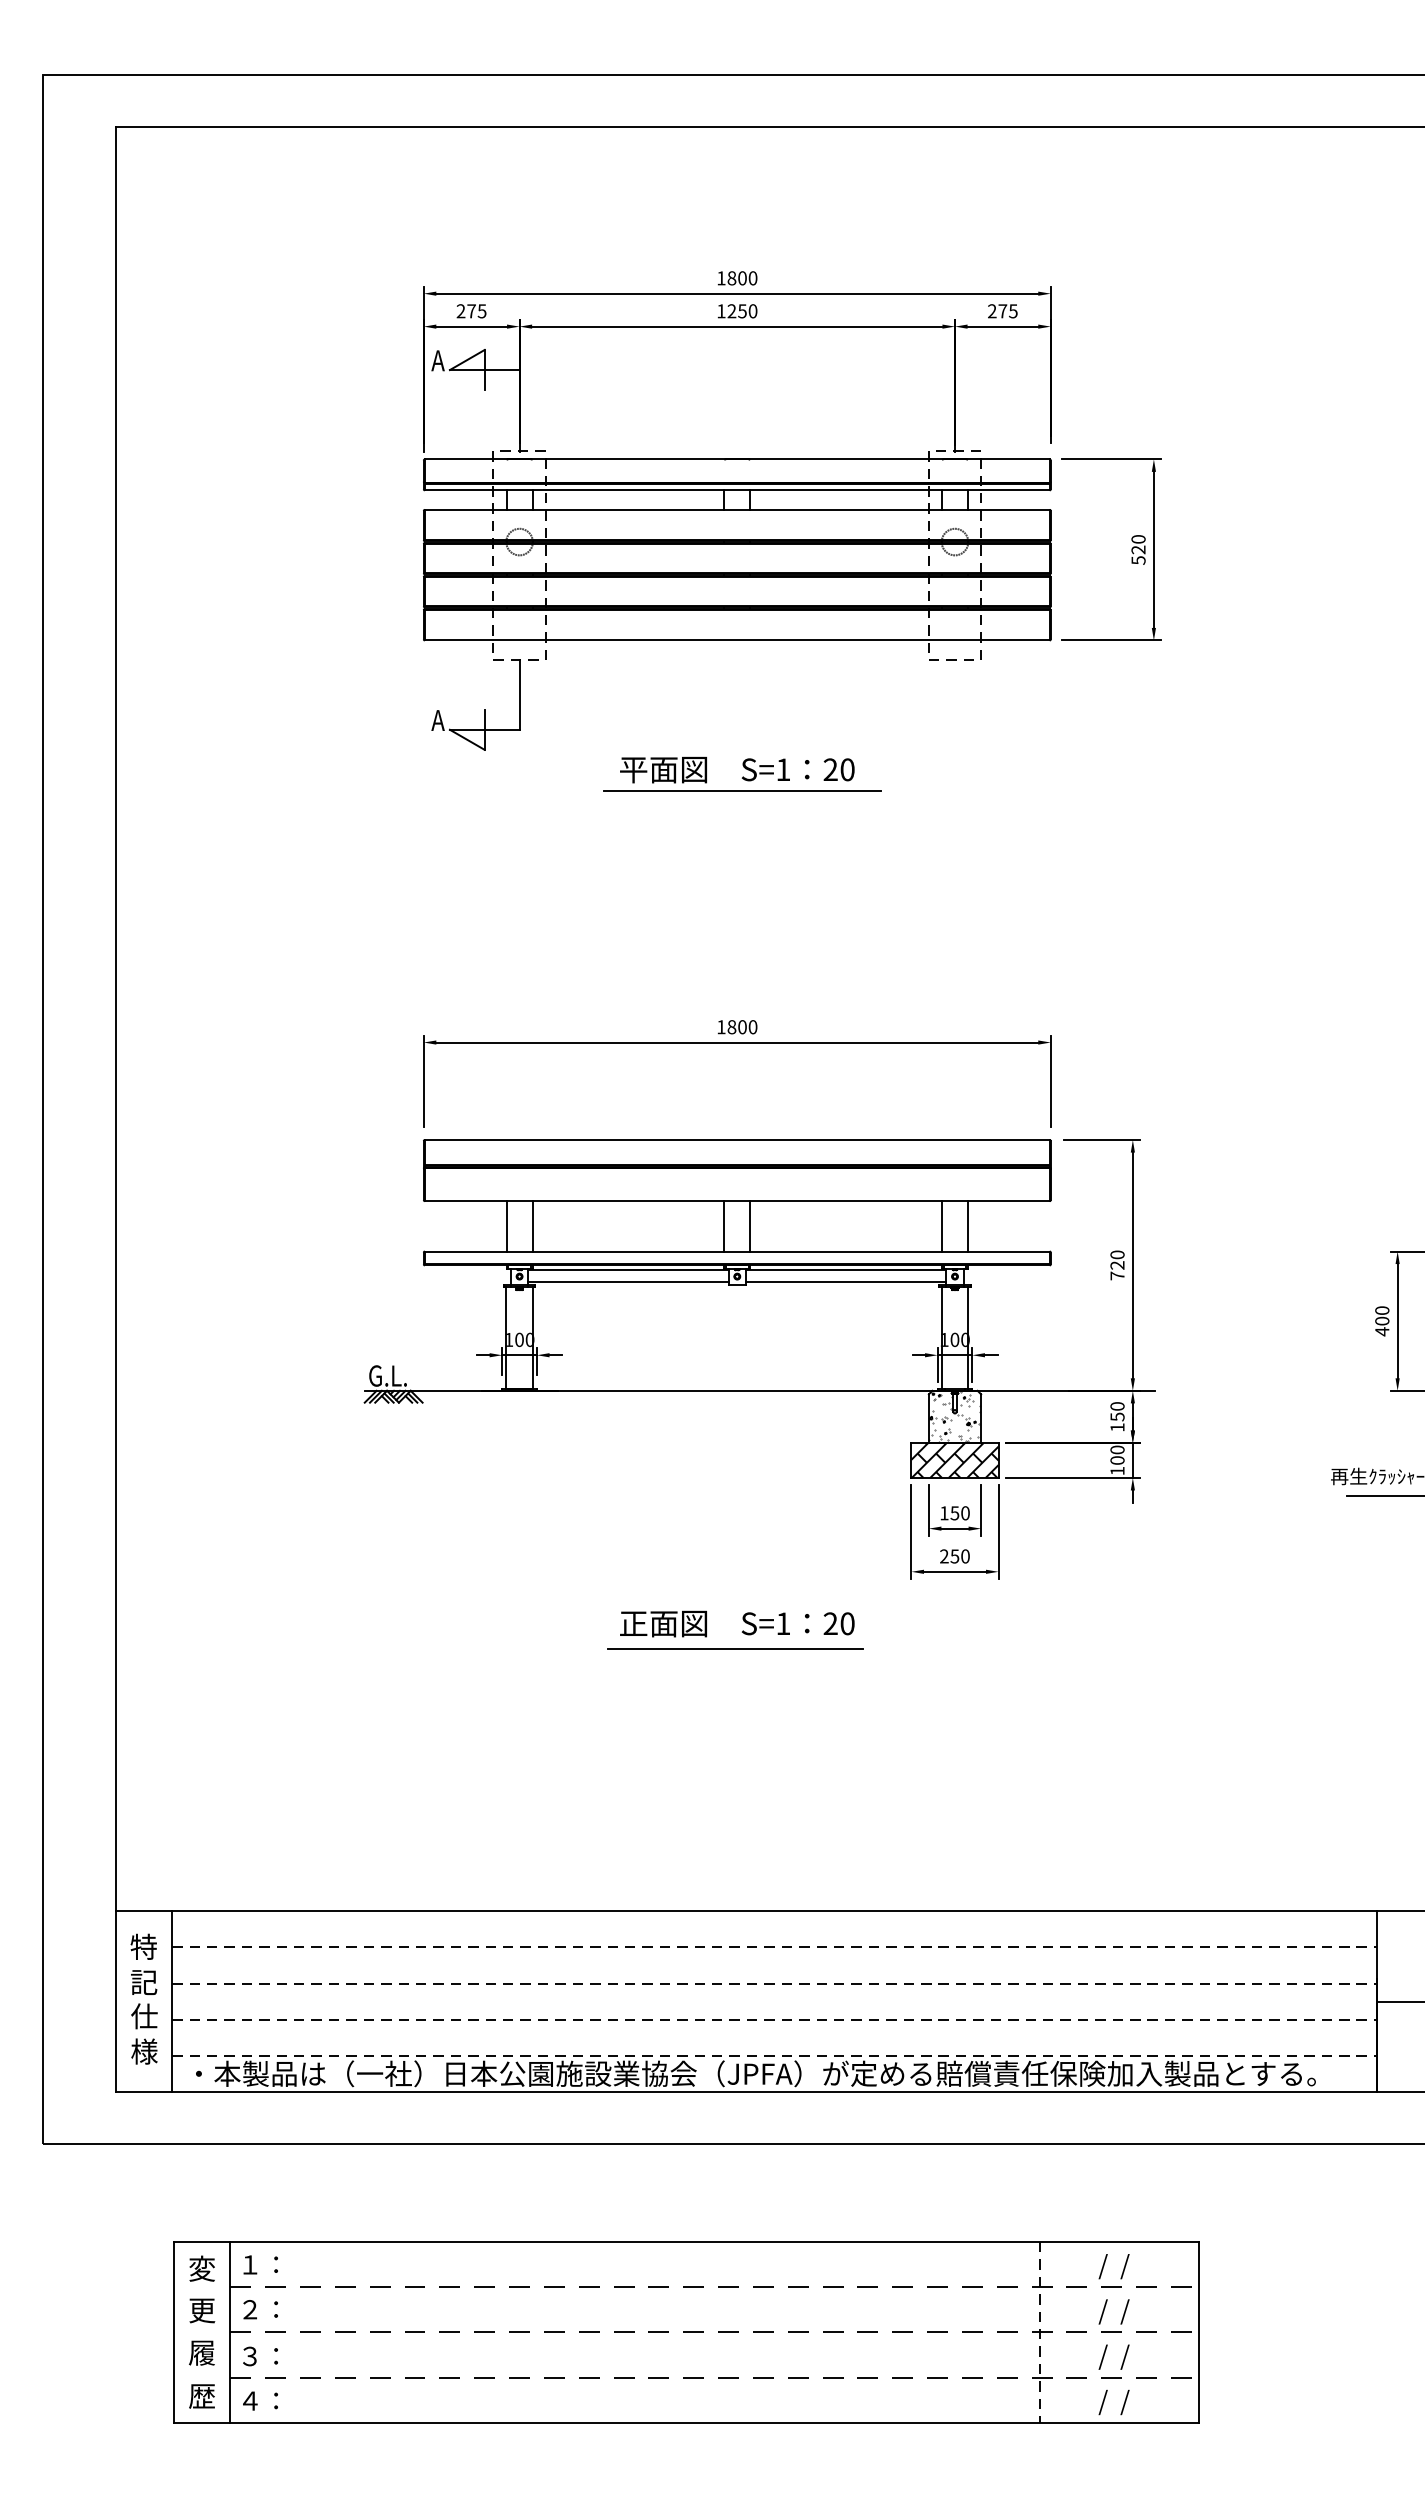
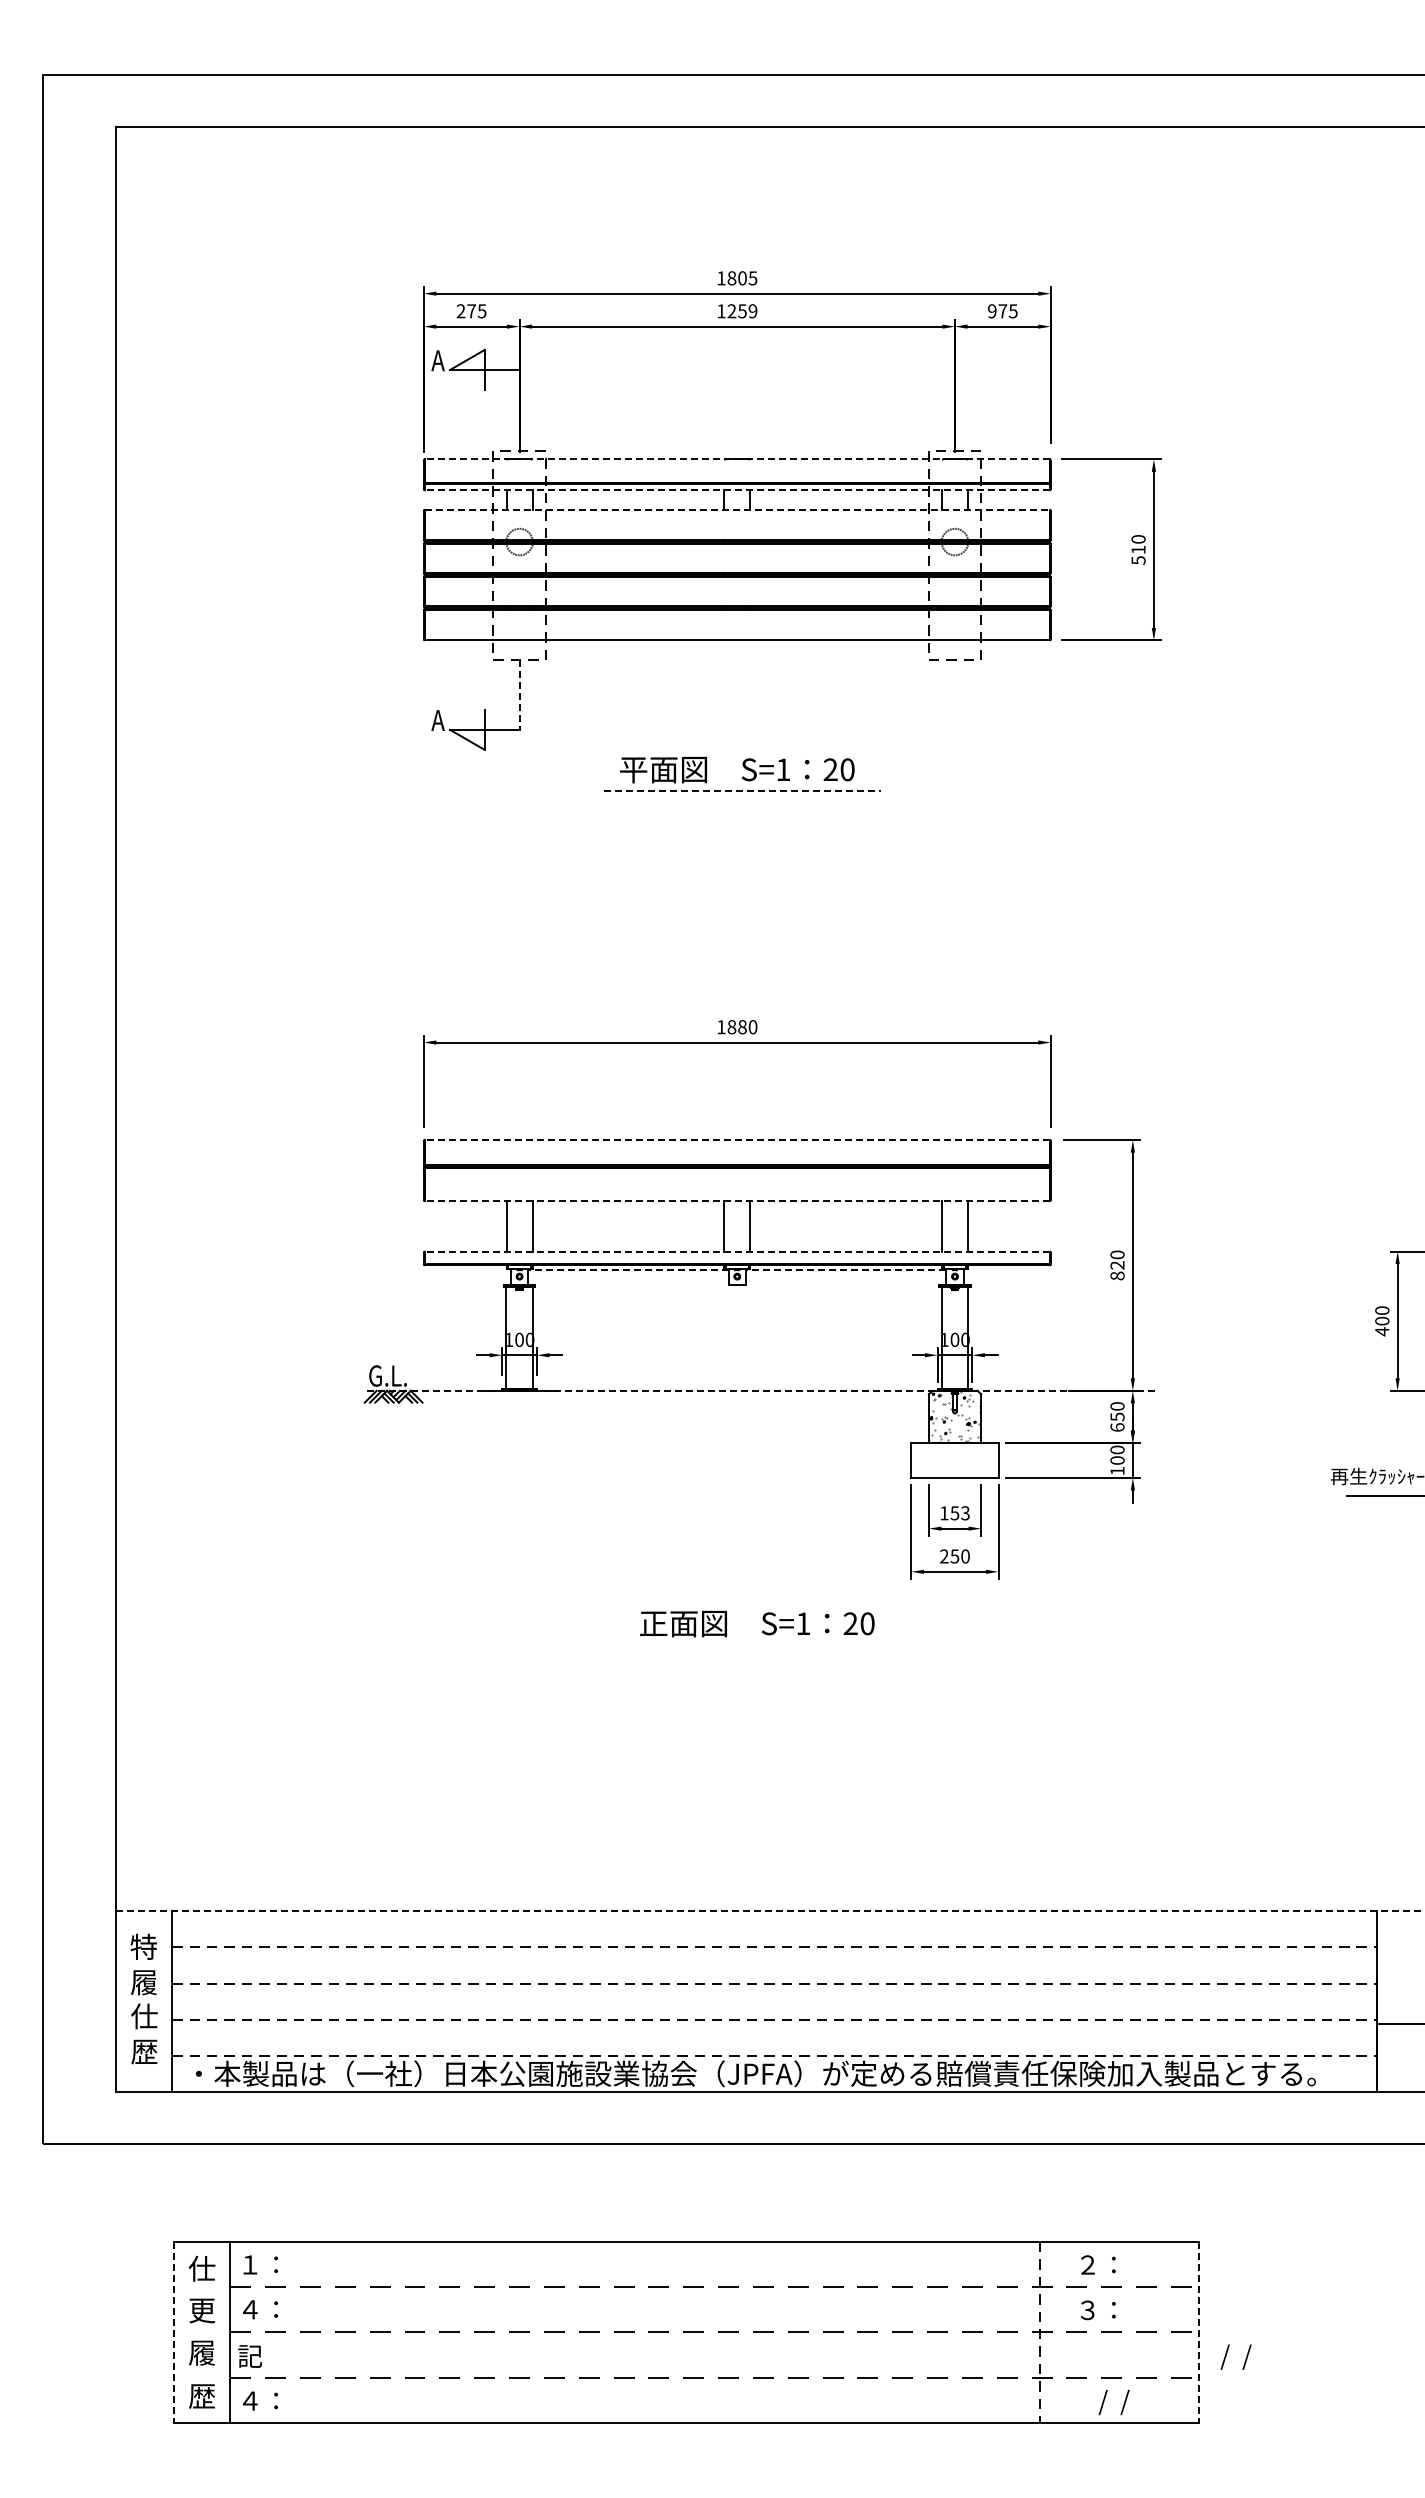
text at (752, 278): 1800 -> 1805
text at (752, 311): 1250 -> 1259
text at (992, 311): 275 -> 975
line at (736, 459): solid -> dashed
line at (736, 490): solid -> dashed
line at (737, 509): solid -> dashed
text at (1138, 549): 520 -> 510
line at (519, 694): solid -> dashed
line at (742, 791): solid -> dashed
text at (742, 1026): 1800 -> 1880
line at (736, 1140): solid -> dashed
line at (736, 1201): solid -> dashed
line at (736, 1251): solid -> dashed
line at (627, 1269): solid -> dashed
line at (845, 1269): solid -> dashed
text at (1117, 1275): 720 -> 820
line at (628, 1282): present -> none
line at (846, 1282): present -> none
line at (759, 1390): solid -> dashed
text at (1117, 1427): 150 -> 650
hatch at (954, 1460): present -> none
text at (965, 1513): 150 -> 153
text at (737, 1623) position: (737, 1623) -> (757, 1623)
line at (734, 1649): present -> none
line at (770, 1911): solid -> dashed
text at (144, 1982): 記 -> 履
line at (1399, 2001) position: (1399, 2001) -> (1399, 2023)
text at (144, 2051): 様 -> 歴
text at (1105, 2266): /  / -> ２：
text at (201, 2268): 変 -> 仕
text at (250, 2309): ２： -> ４：
text at (1104, 2311): /  / -> ３：
line at (173, 2332): solid -> dashed
line at (1199, 2332): solid -> dashed
text at (258, 2356): ３： -> 記
text at (1113, 2356) position: (1113, 2356) -> (1235, 2356)
